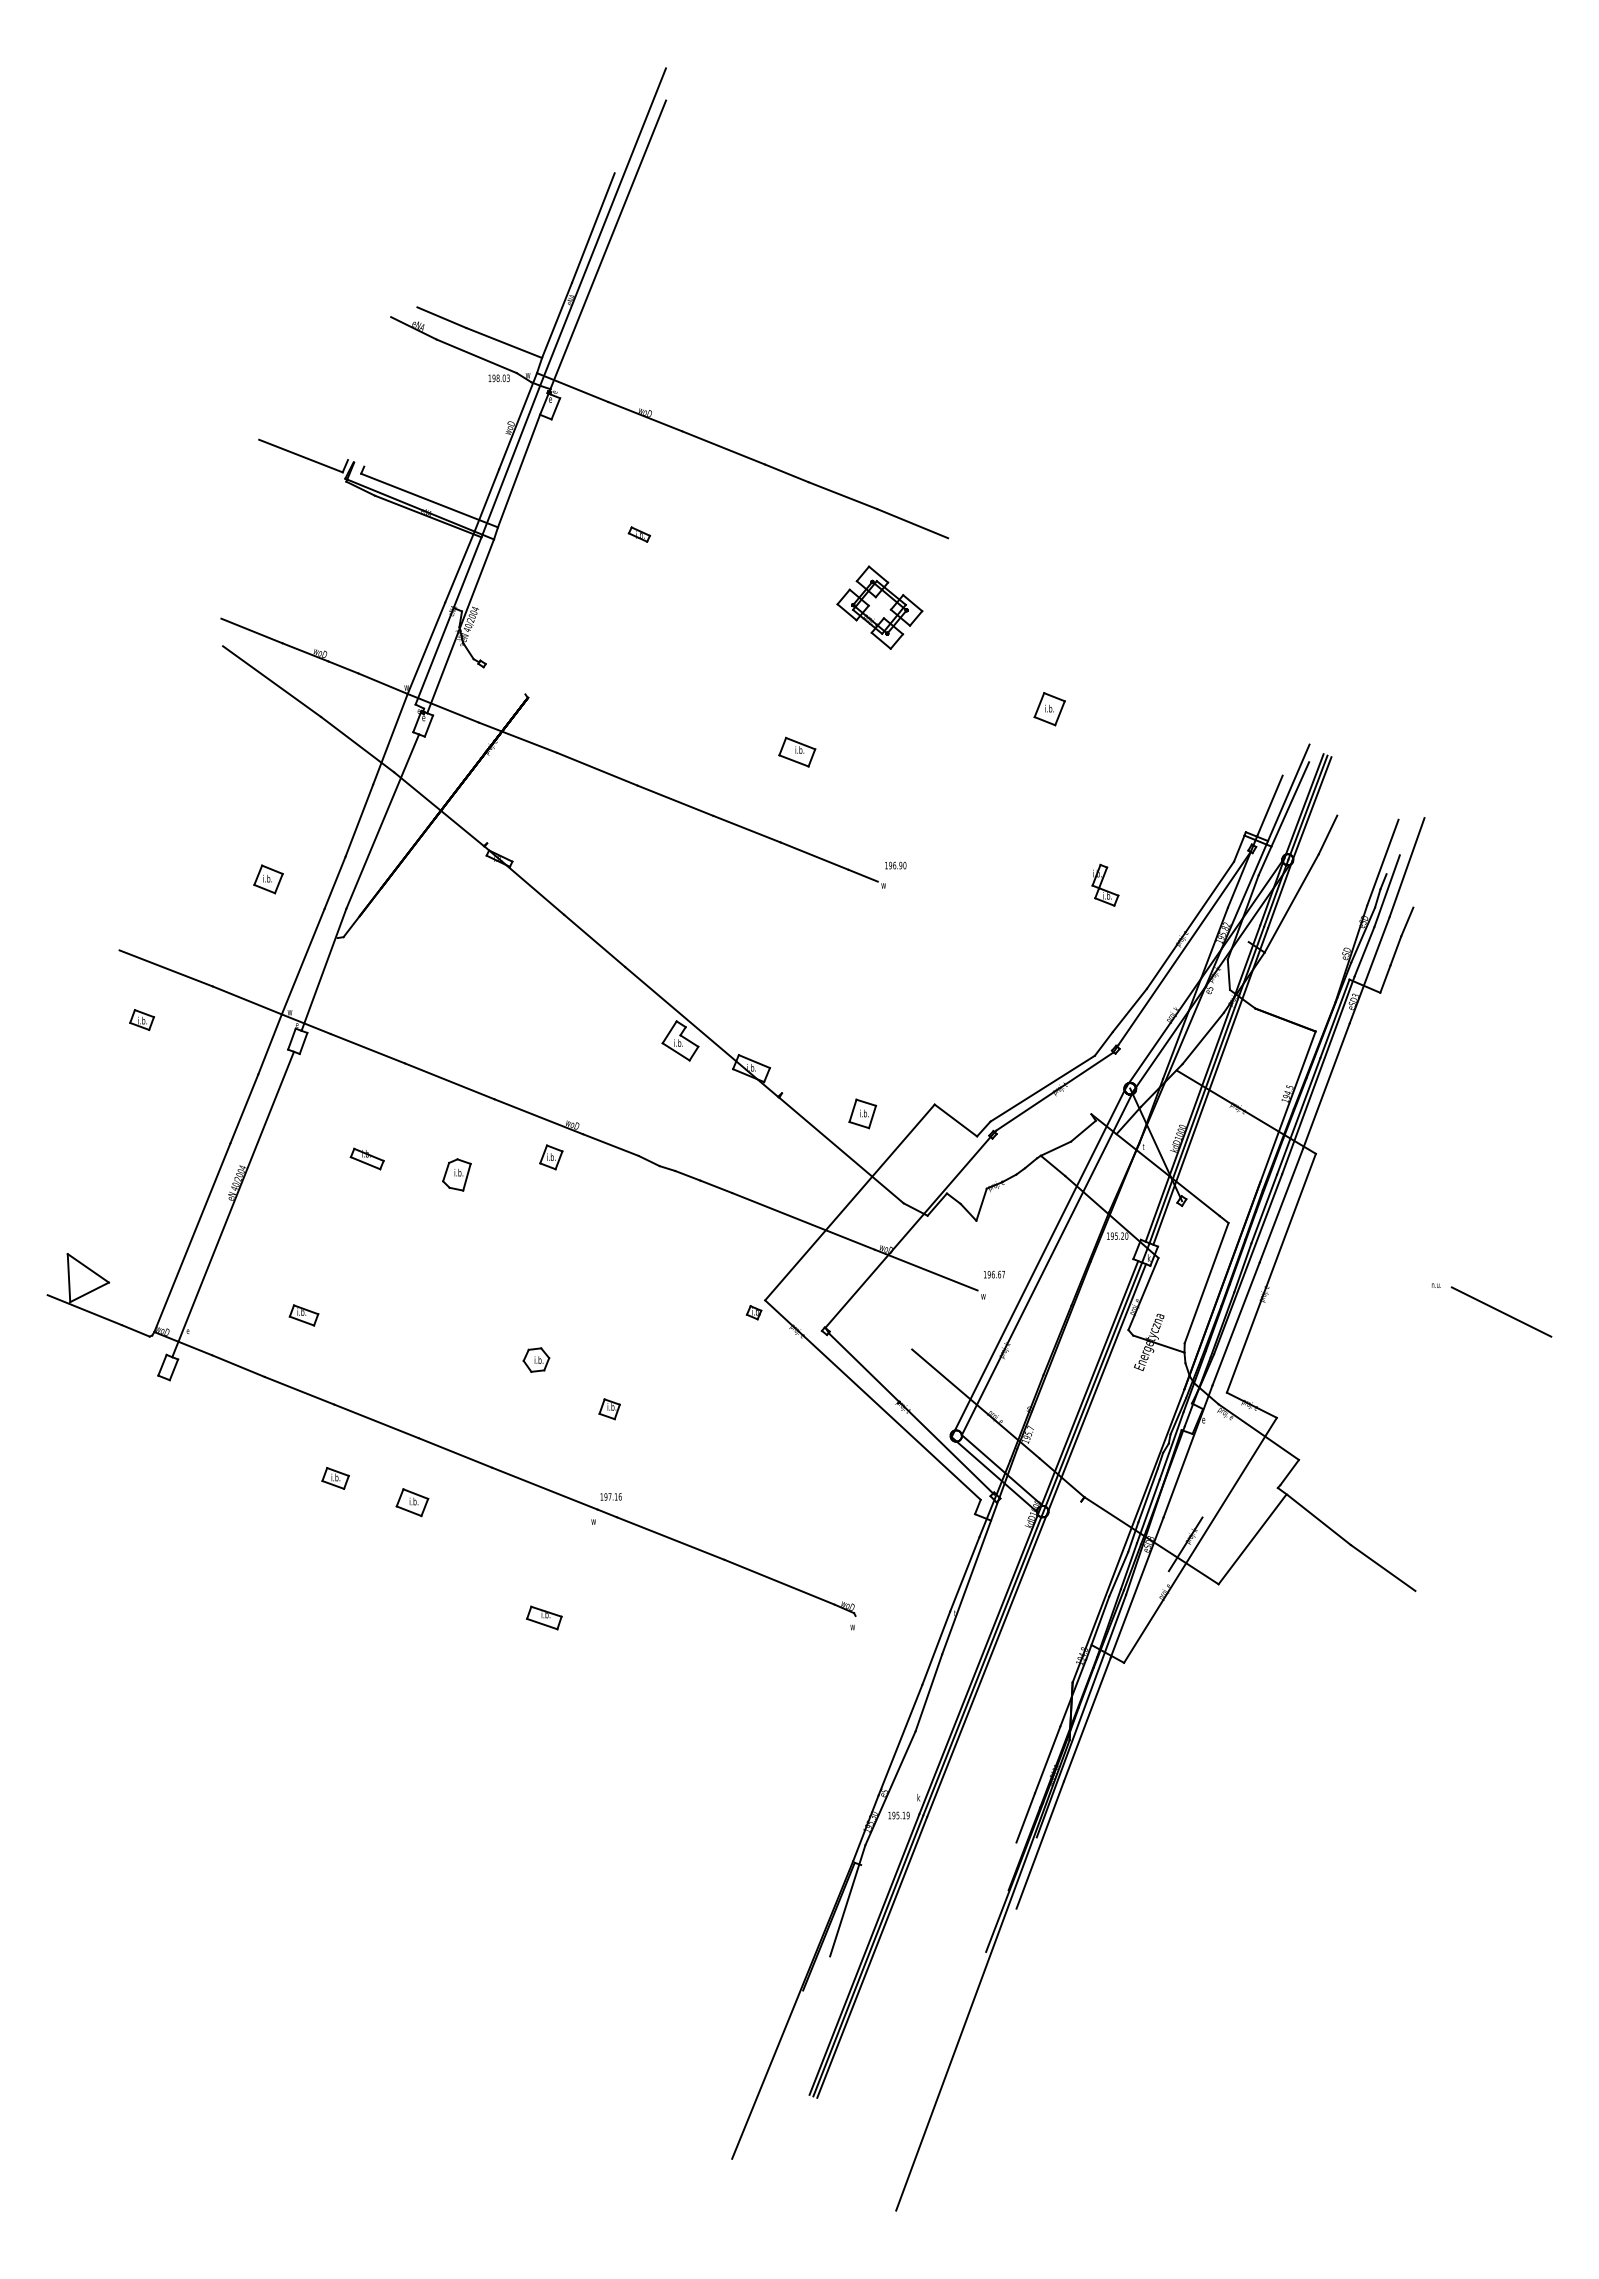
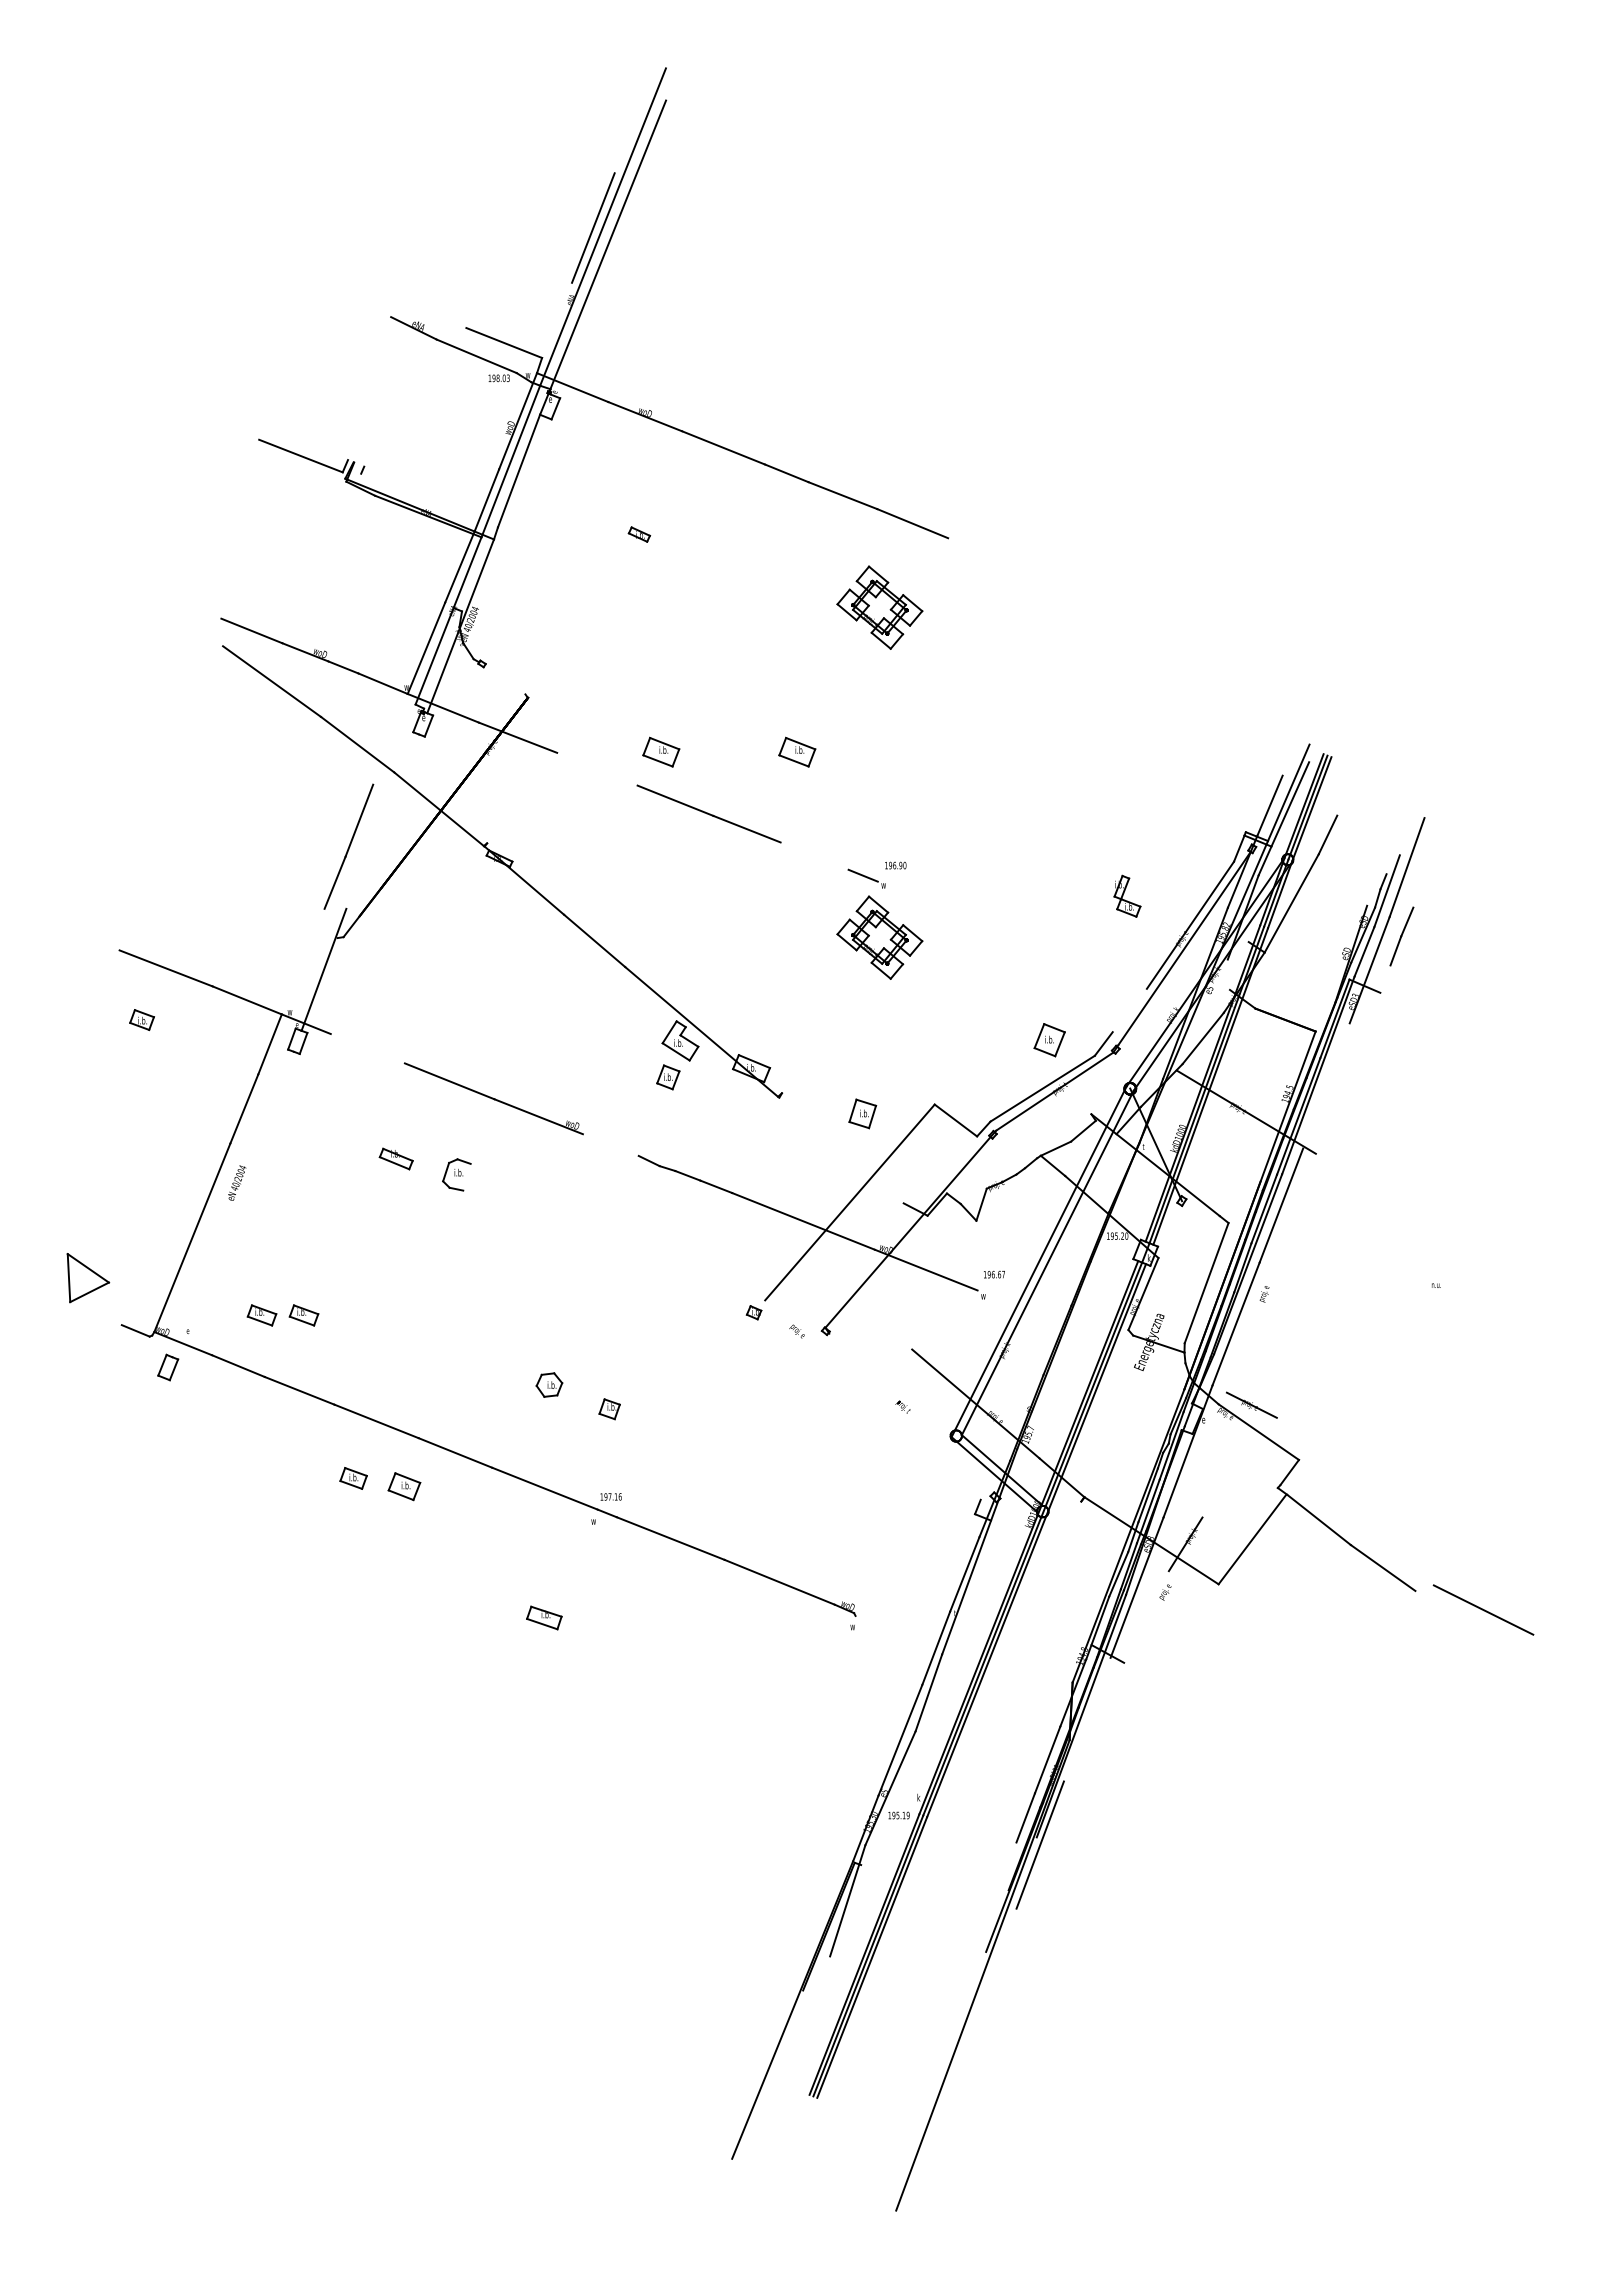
line at (441, 317): present -> none
line at (557, 319): present -> none
line at (429, 500): present -> none
part at (1049, 709) position: (1049, 709) -> (1049, 1040)
line at (390, 738): present -> none
part at (661, 751): none -> present
line at (597, 768): present -> none
line at (382, 821): present -> none
line at (814, 855): present -> none
line at (1382, 862): present -> none
part at (268, 879): present -> none
part at (1105, 884) position: (1105, 884) -> (1127, 895)
part at (879, 937): none -> present
line at (302, 961): present -> none
line at (1228, 974): present -> none
line at (1385, 978): present -> none
line at (1129, 1010): present -> none
line at (367, 1048): present -> none
line at (1326, 1085): present -> none
line at (610, 1144): present -> none
line at (841, 1150): present -> none
part at (551, 1157) position: (551, 1157) -> (668, 1077)
part at (366, 1158) position: (366, 1158) -> (395, 1158)
line at (466, 1176): present -> none
line at (233, 1204): present -> none
line at (1270, 1272): present -> none
line at (84, 1310): present -> none
line at (1501, 1311) position: (1501, 1311) -> (1483, 1609)
part at (261, 1315): none -> present
part at (536, 1359) position: (536, 1359) -> (549, 1384)
line at (872, 1399): present -> none
line at (911, 1413): present -> none
part at (335, 1478) position: (335, 1478) -> (353, 1478)
part at (412, 1502) position: (412, 1502) -> (404, 1486)
line at (1200, 1539): present -> none
line at (1087, 1718): present -> none
